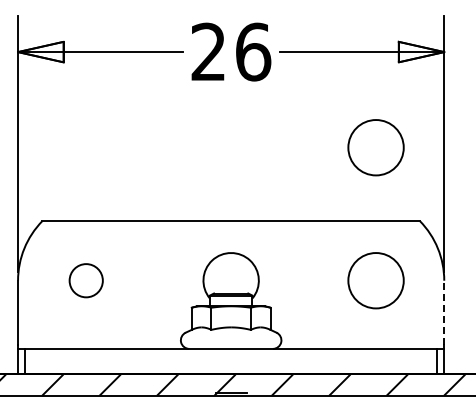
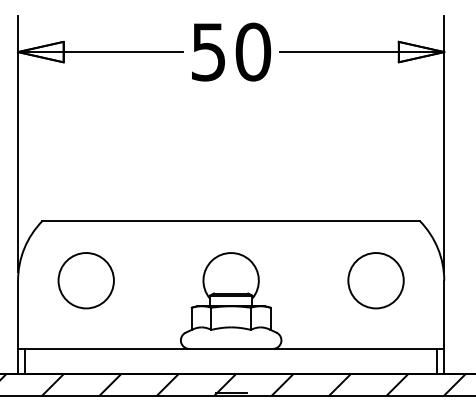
text at (231, 51): 26 -> 50
circle at (375, 147): present -> none
circle at (85, 280) diameter: 33 px -> 55 px
line at (444, 312): dashed -> solid
